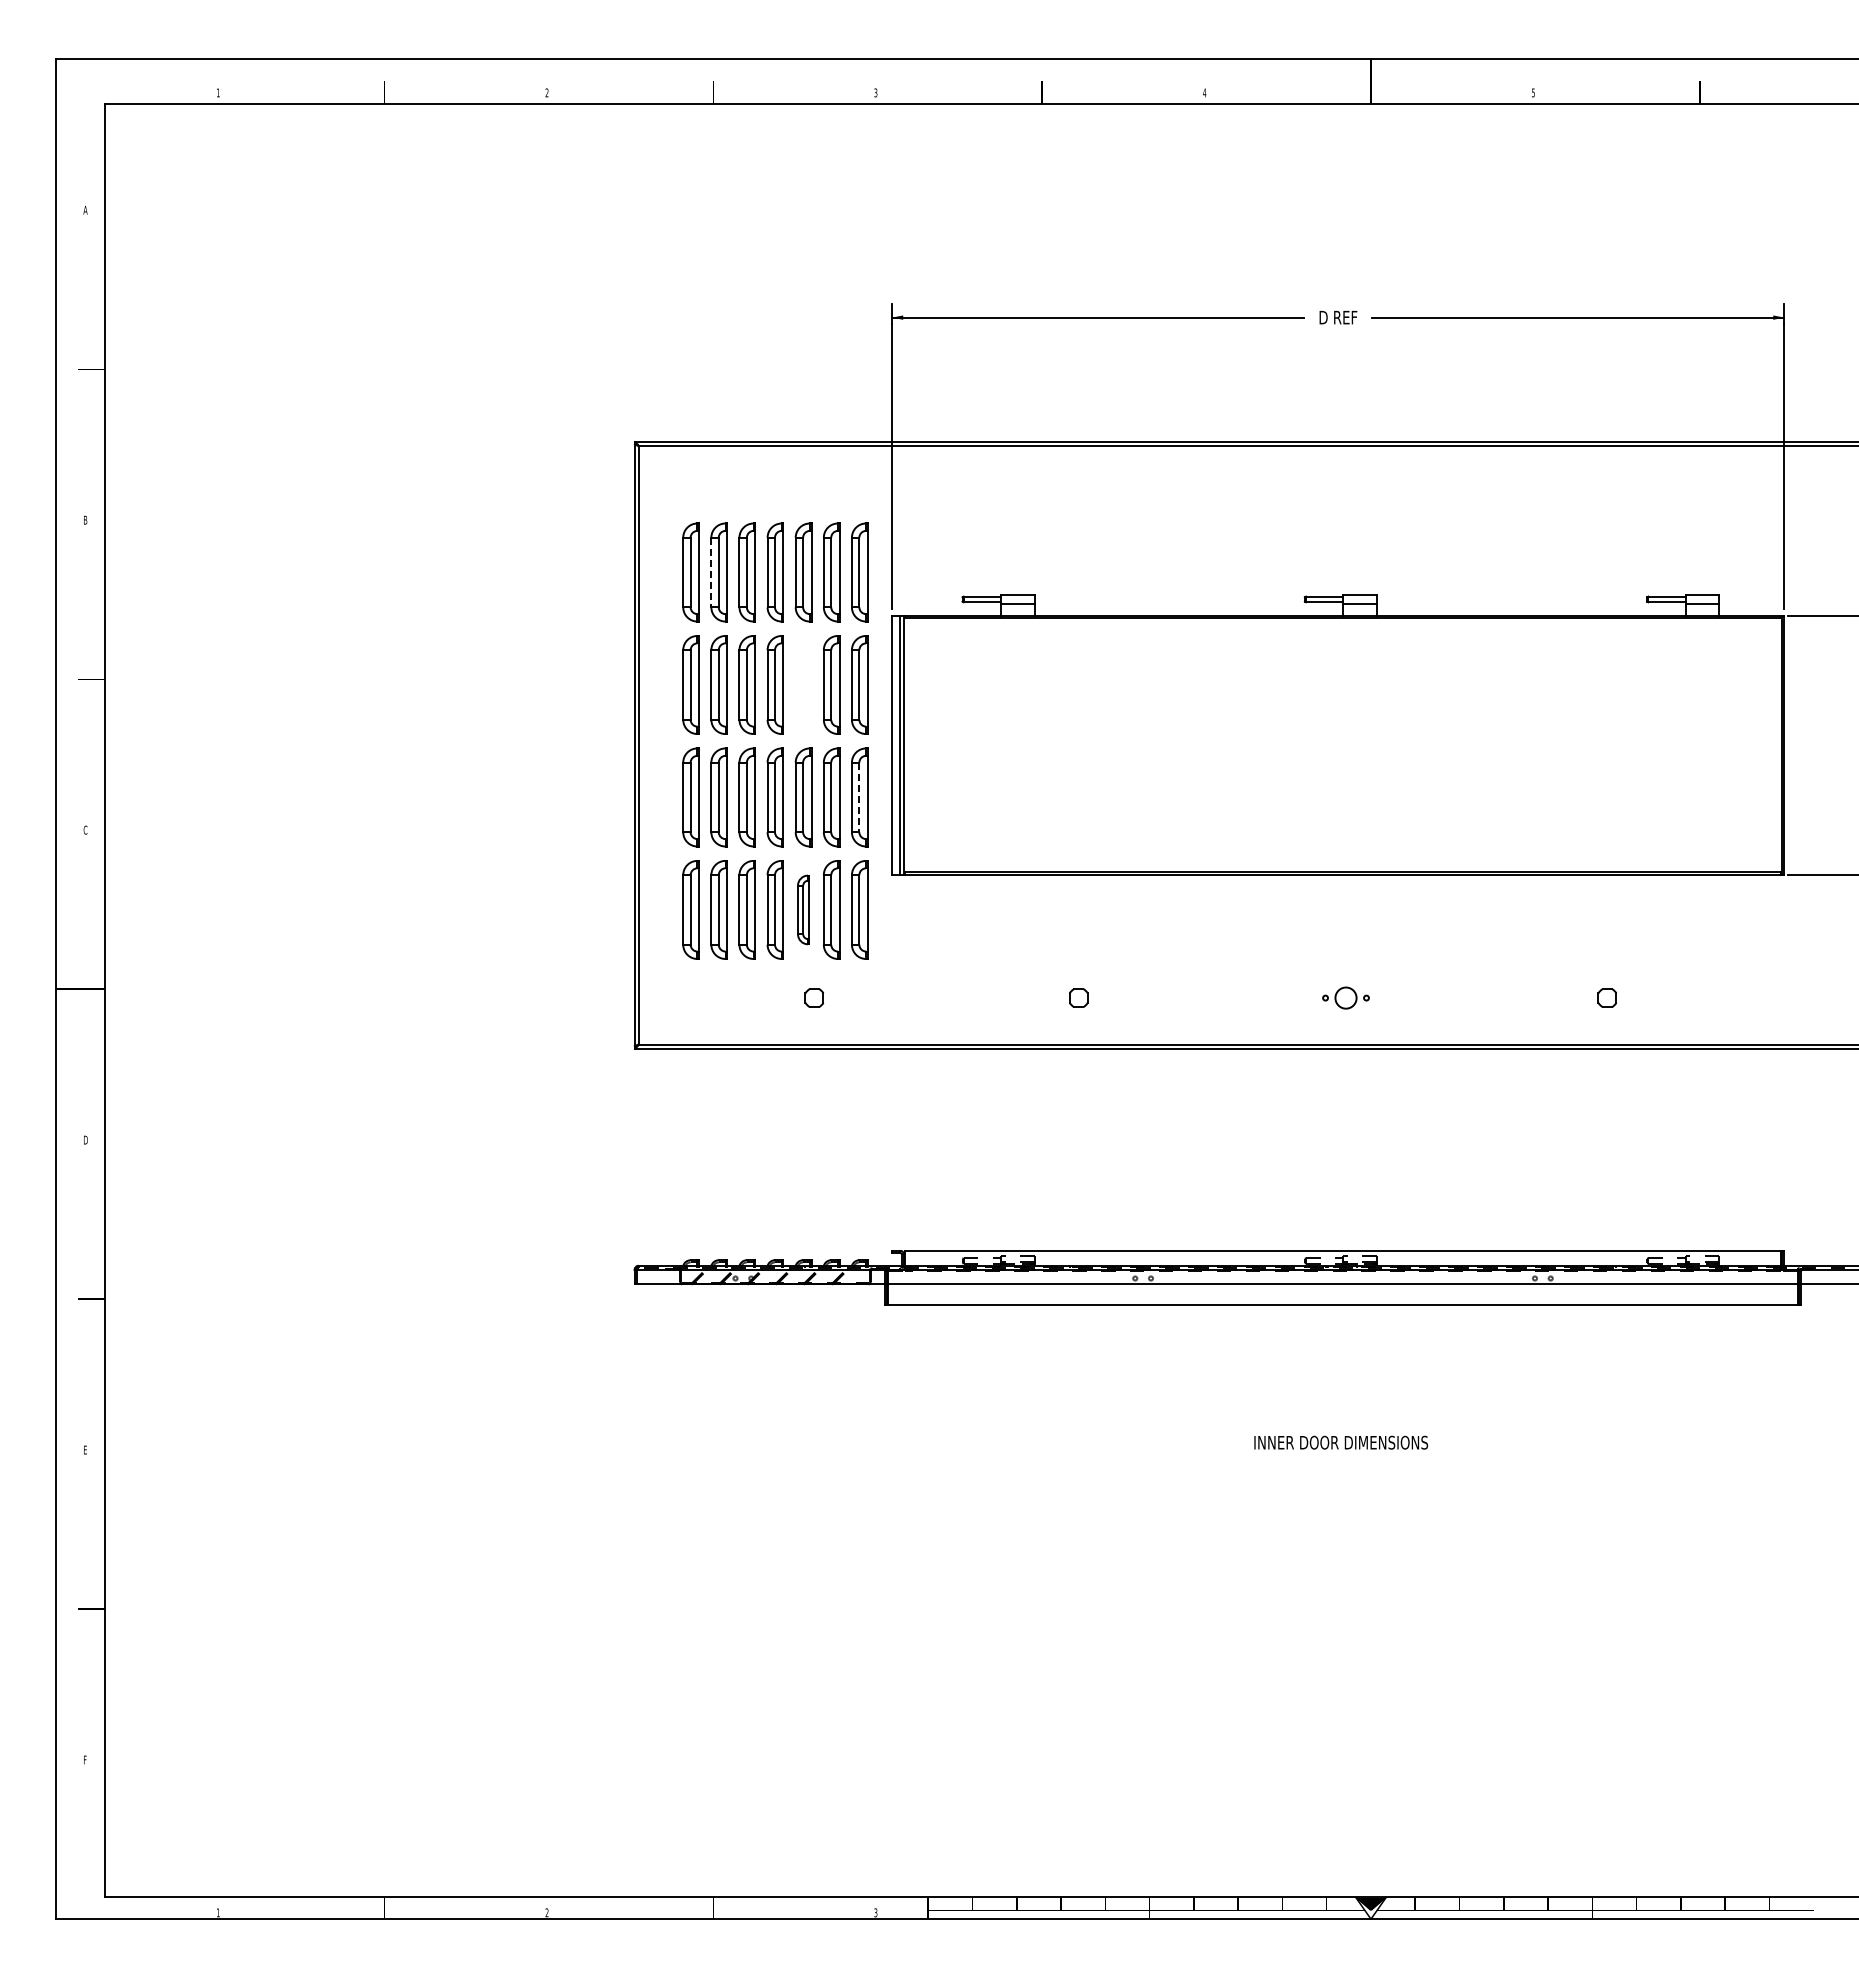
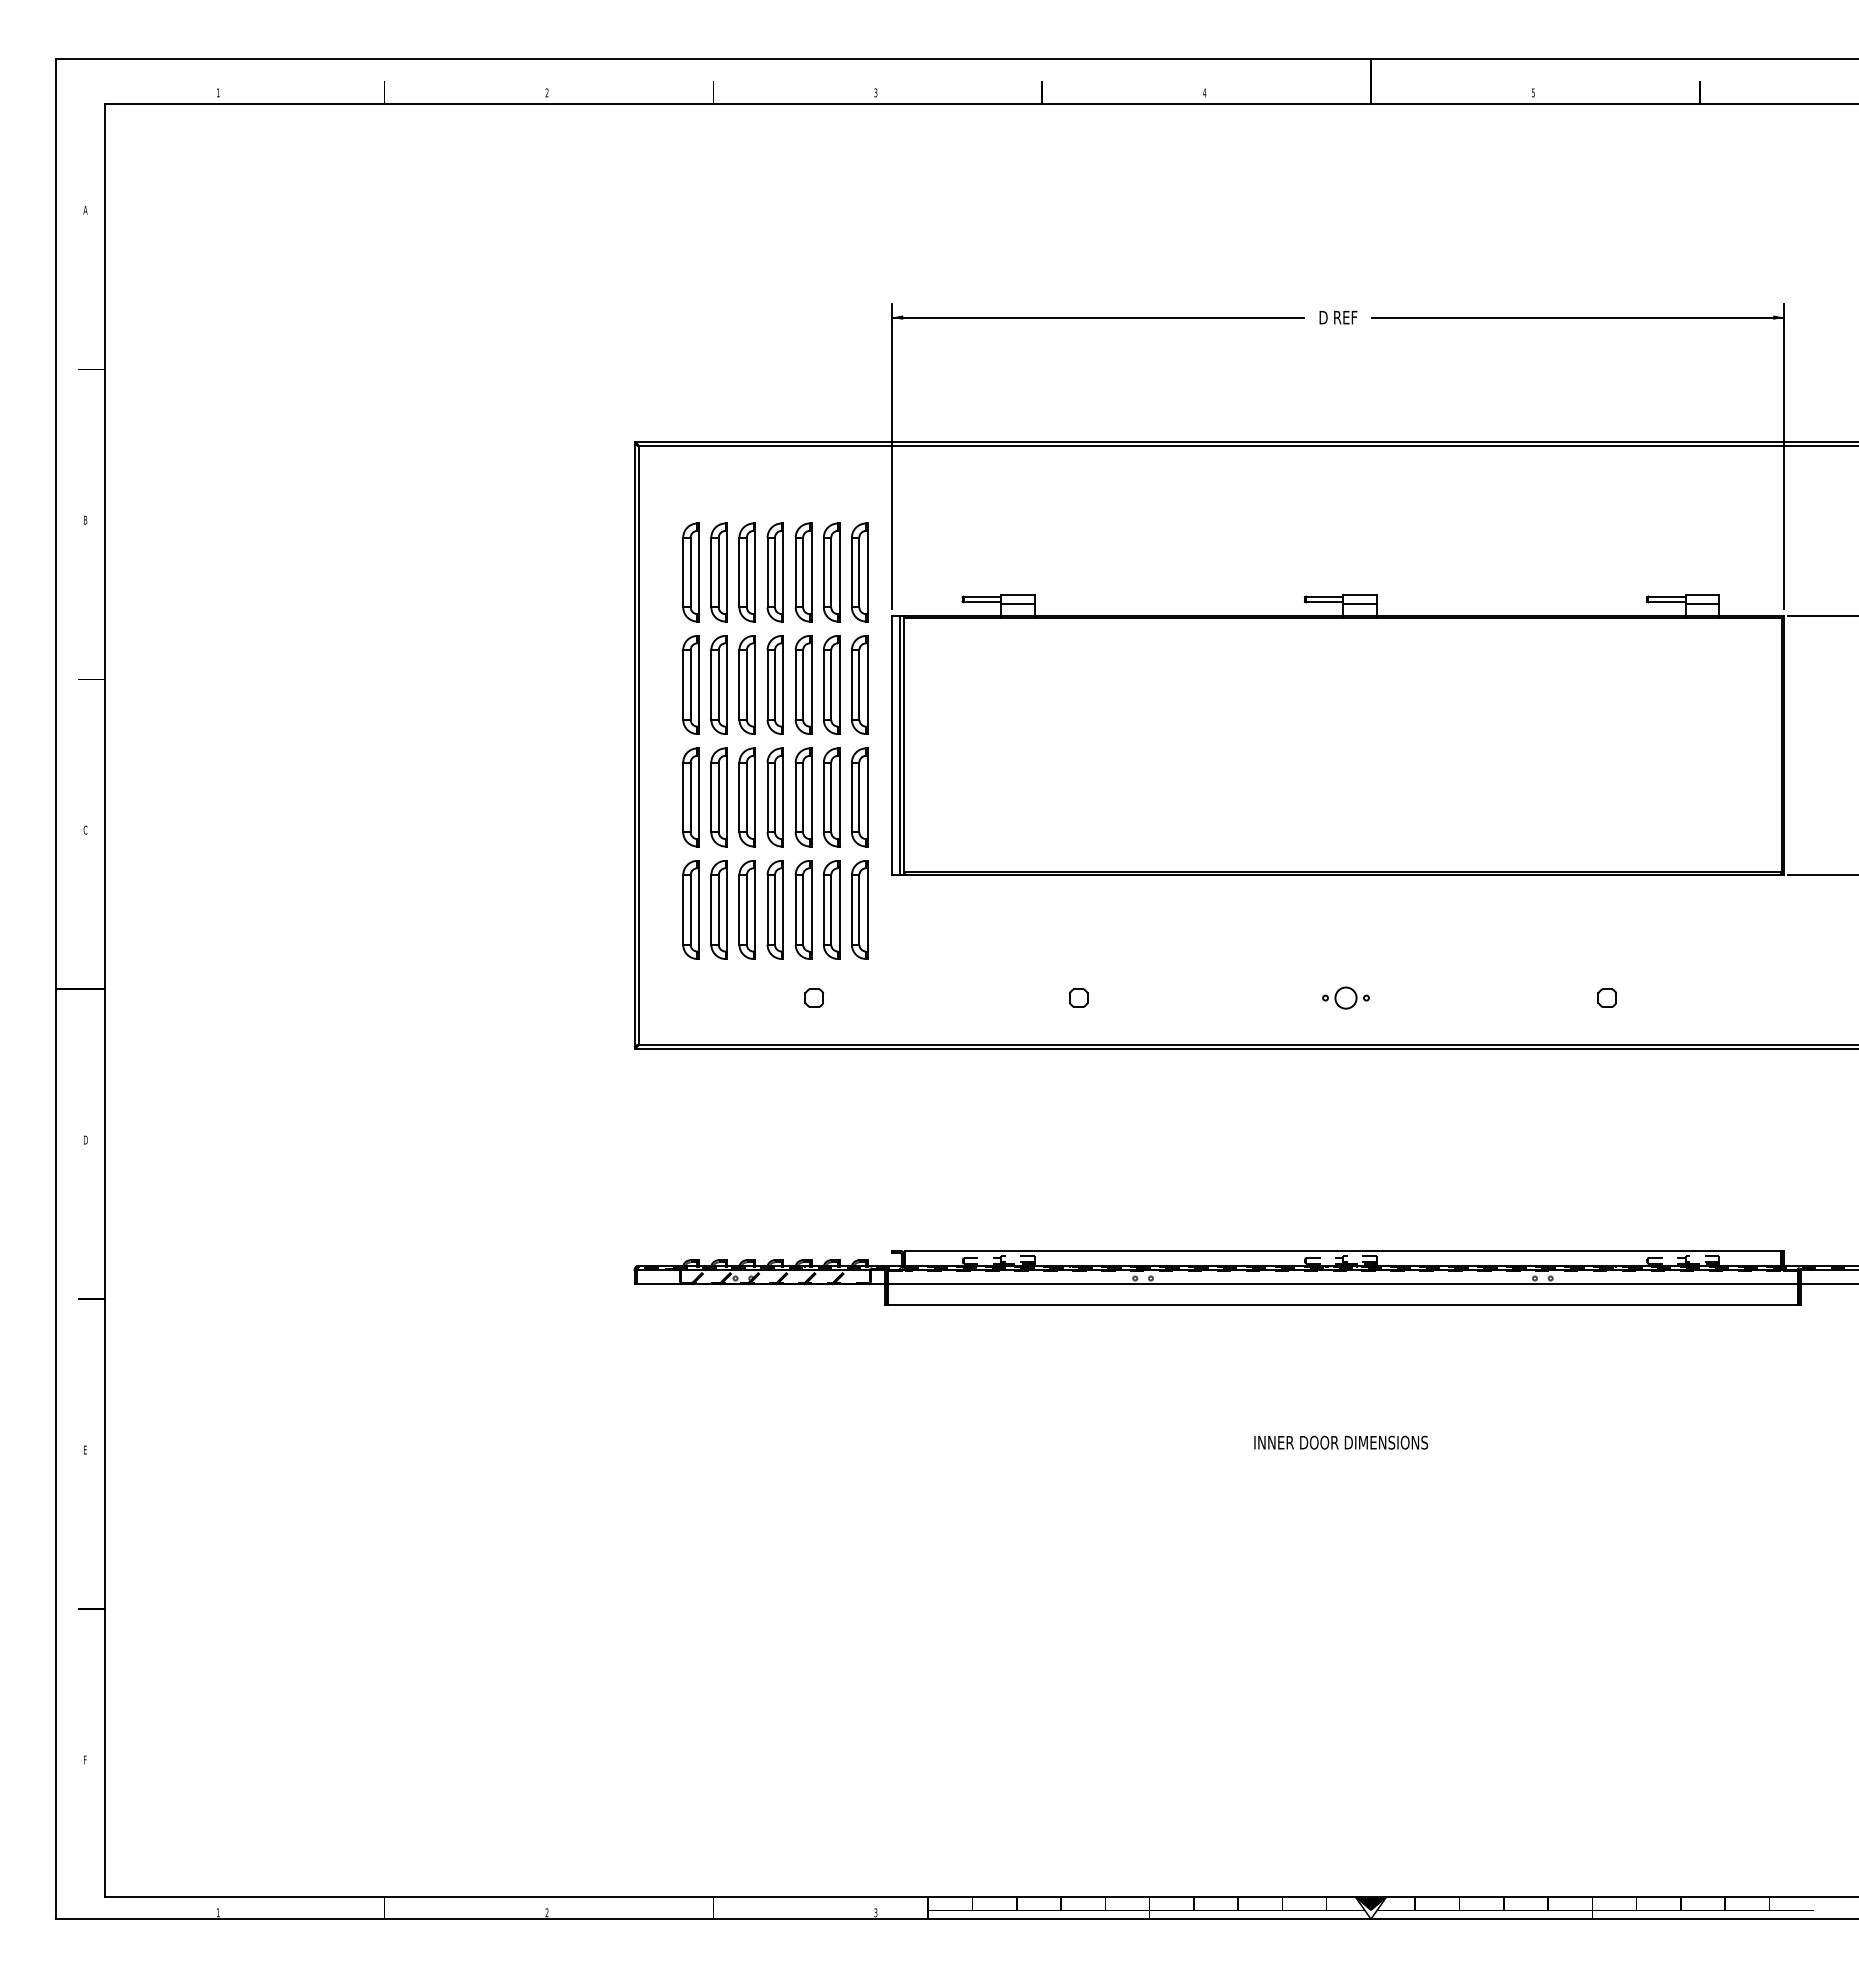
line at (711, 572): dashed -> solid
part at (803, 684): none -> present
line at (859, 797): dashed -> solid
part at (803, 909) size: 13x72 px -> 19x100 px
